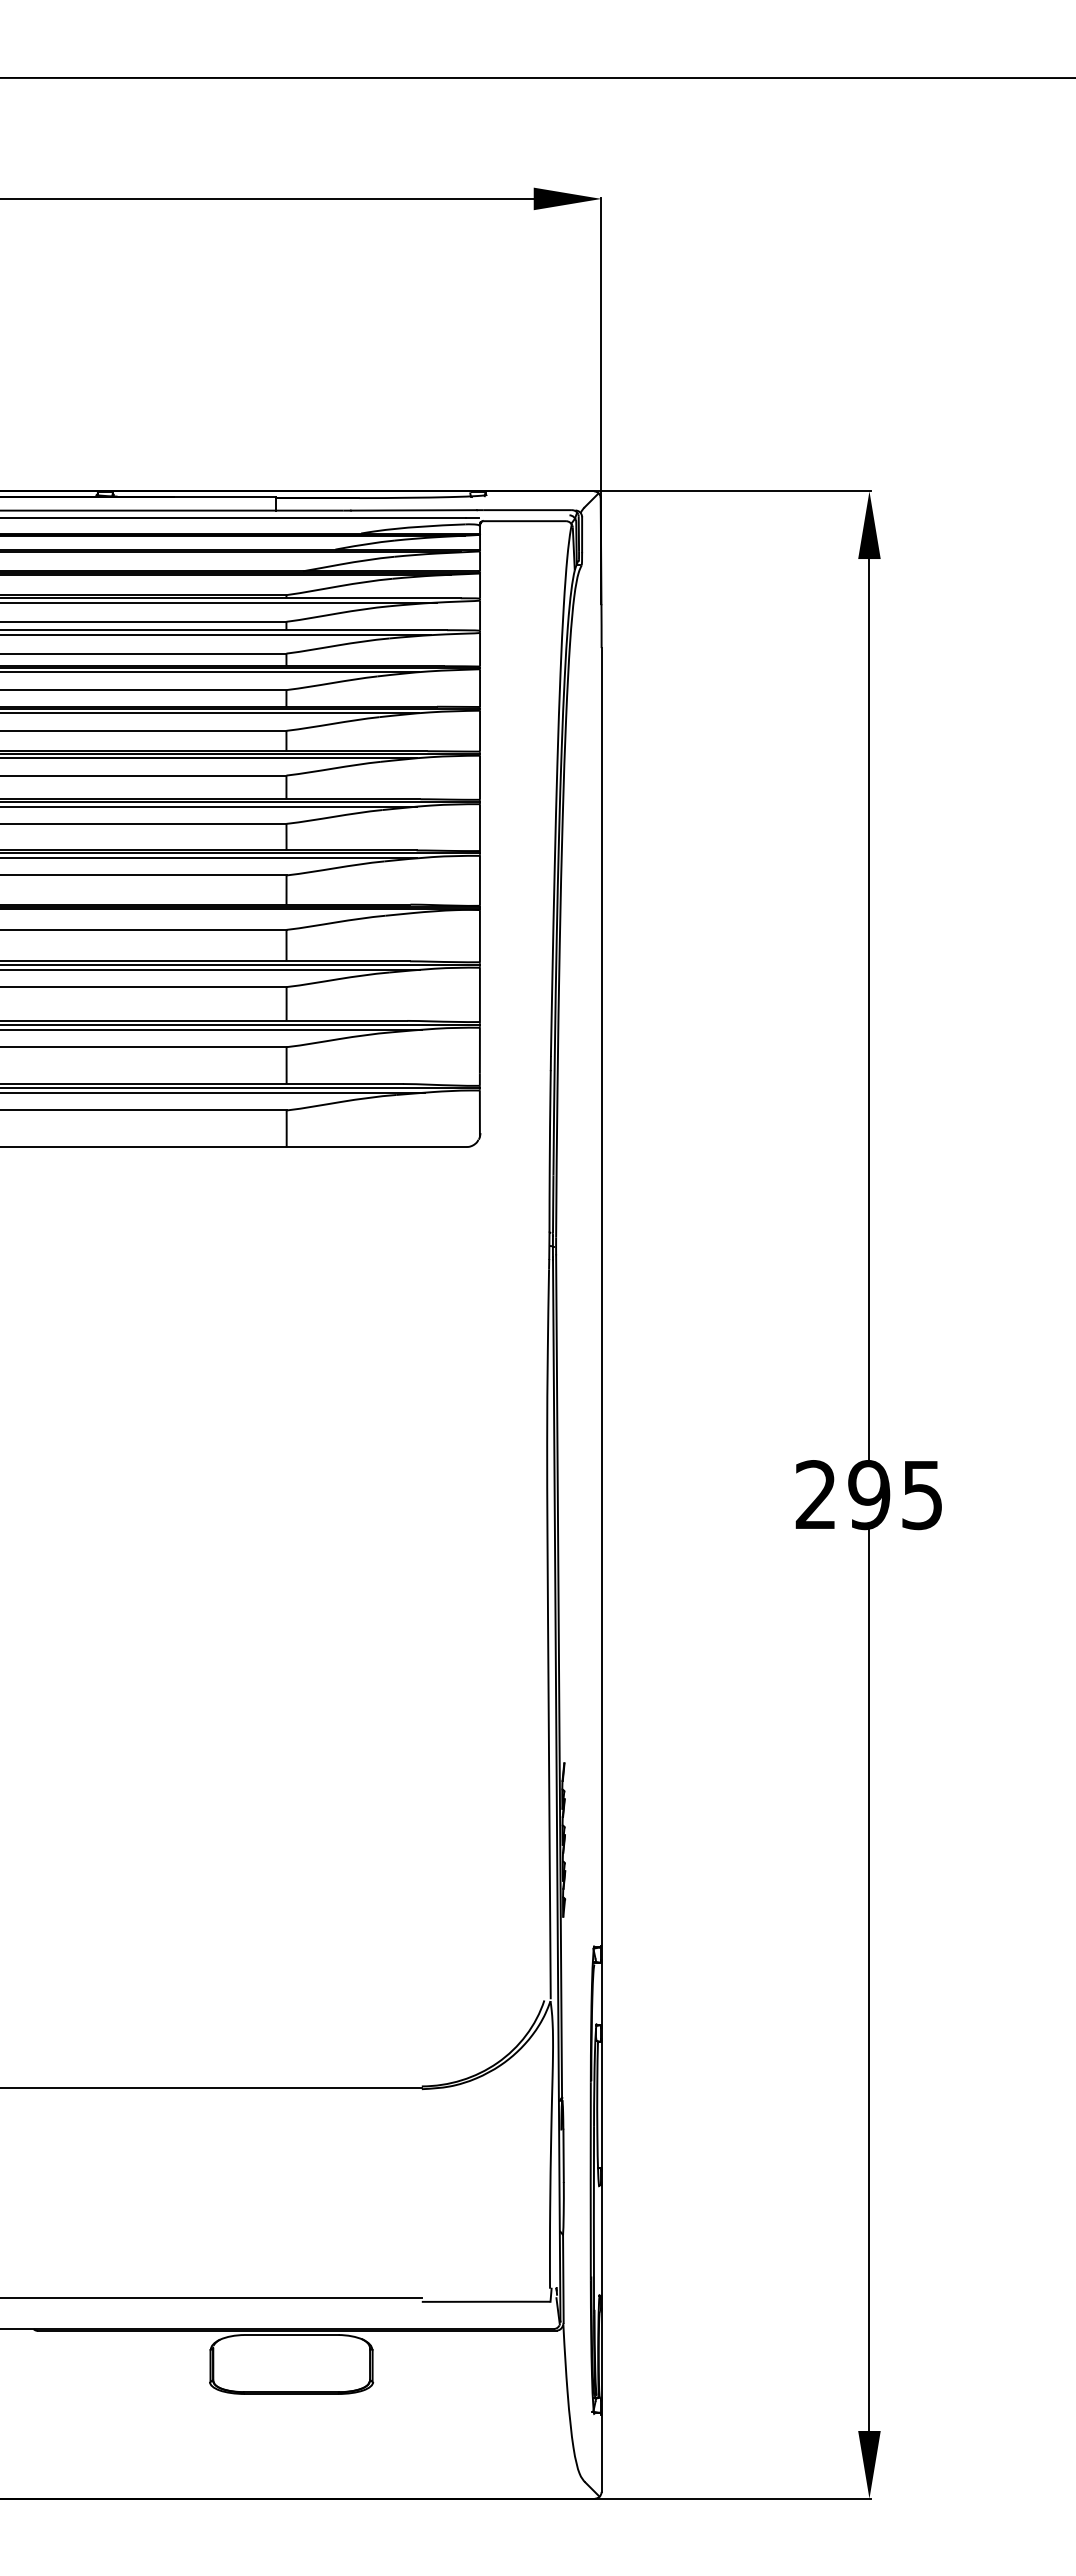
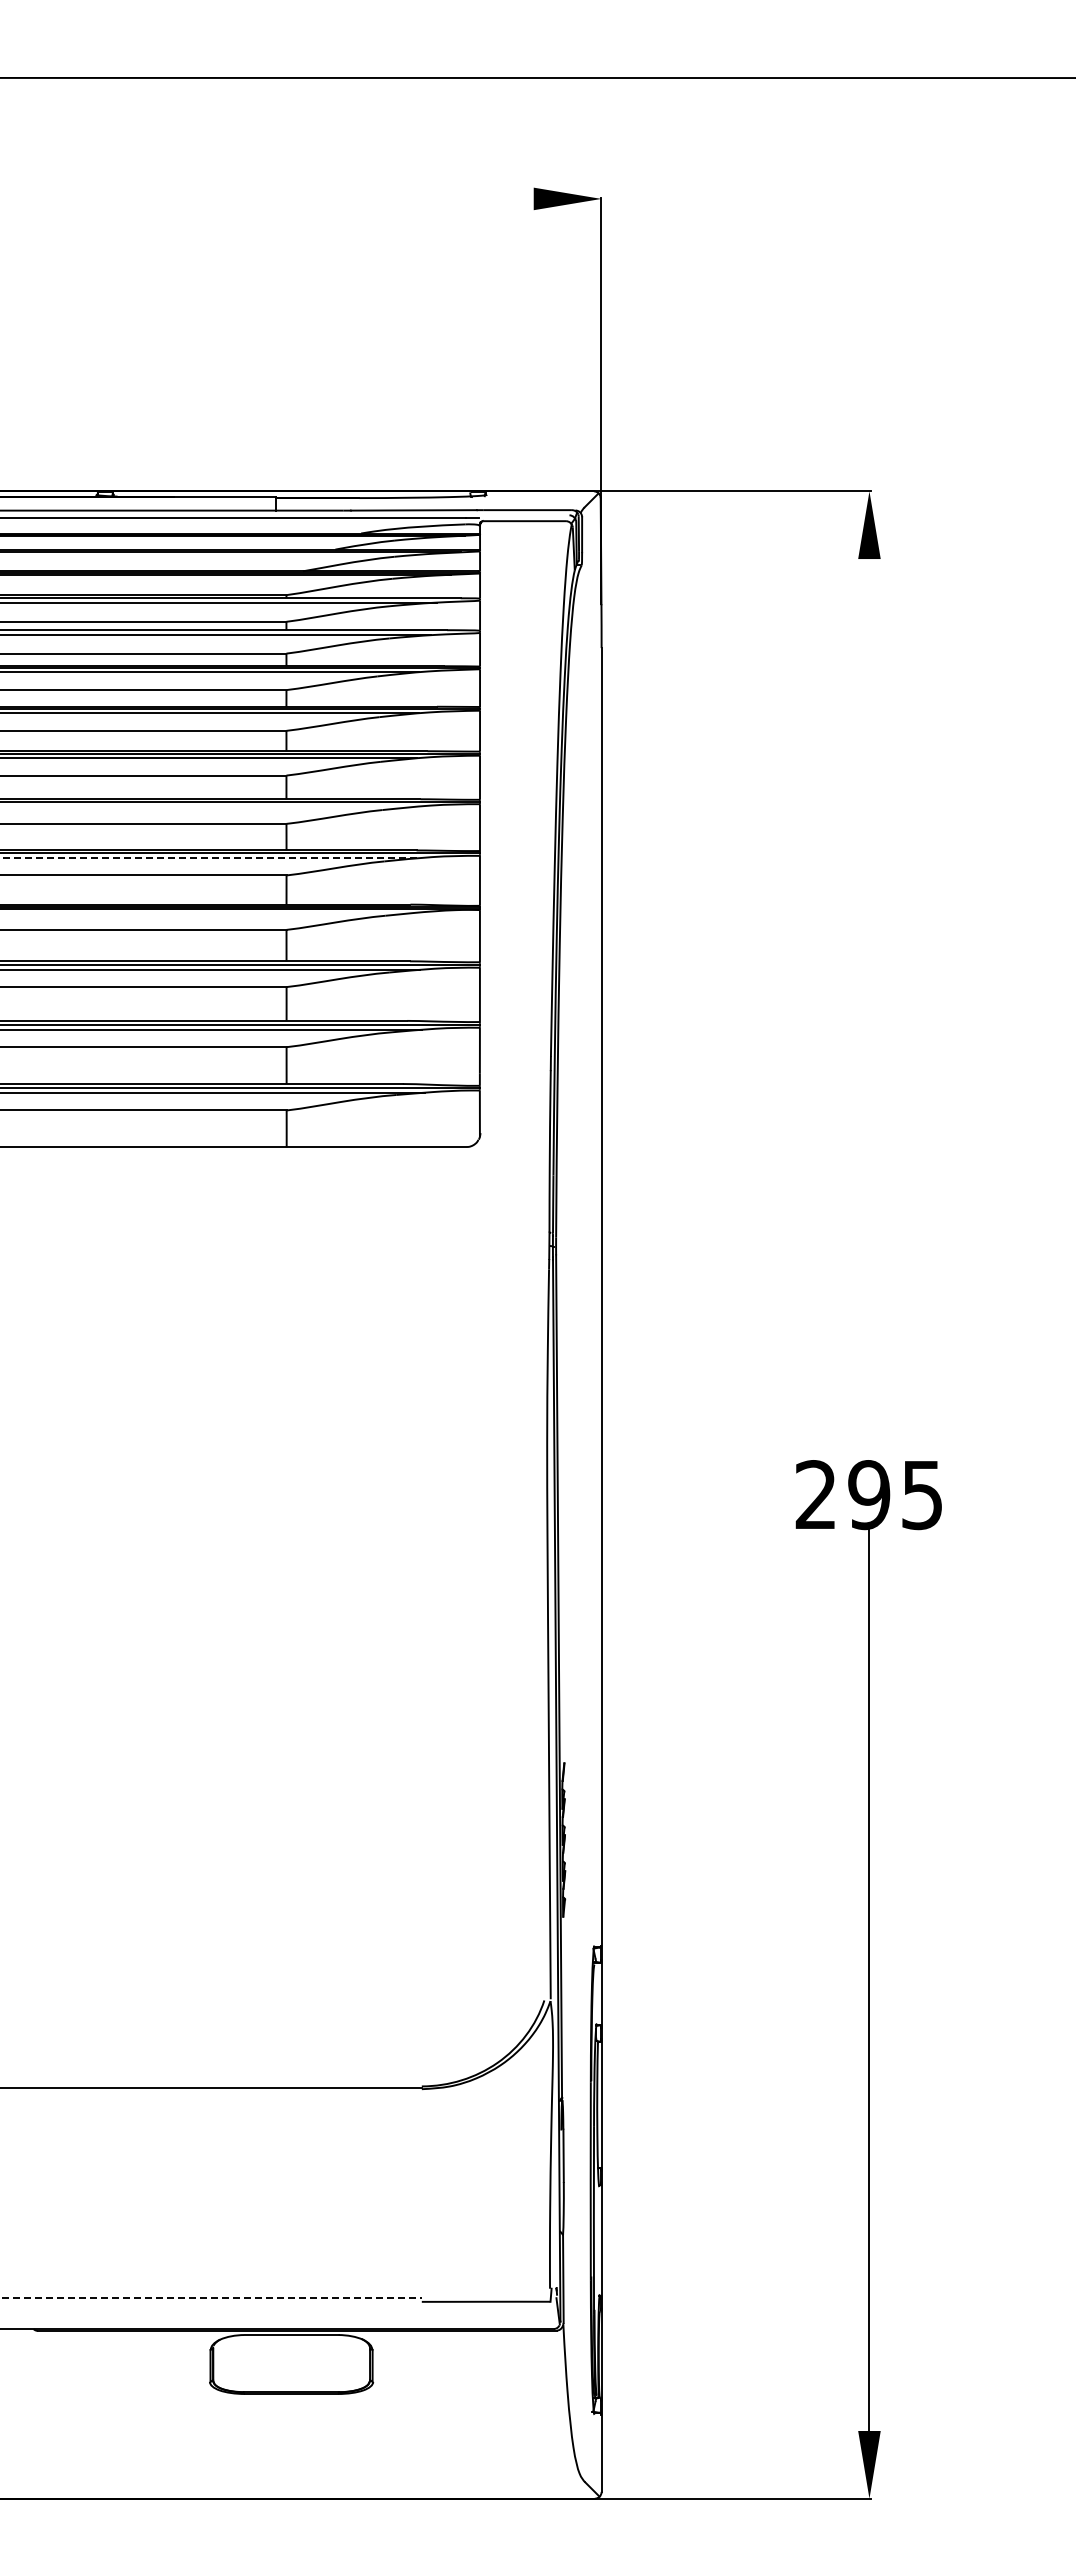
line at (267, 198): present -> none
line at (209, 806): present -> none
line at (208, 858): solid -> dashed
line at (869, 1009): present -> none
line at (211, 2297): solid -> dashed
